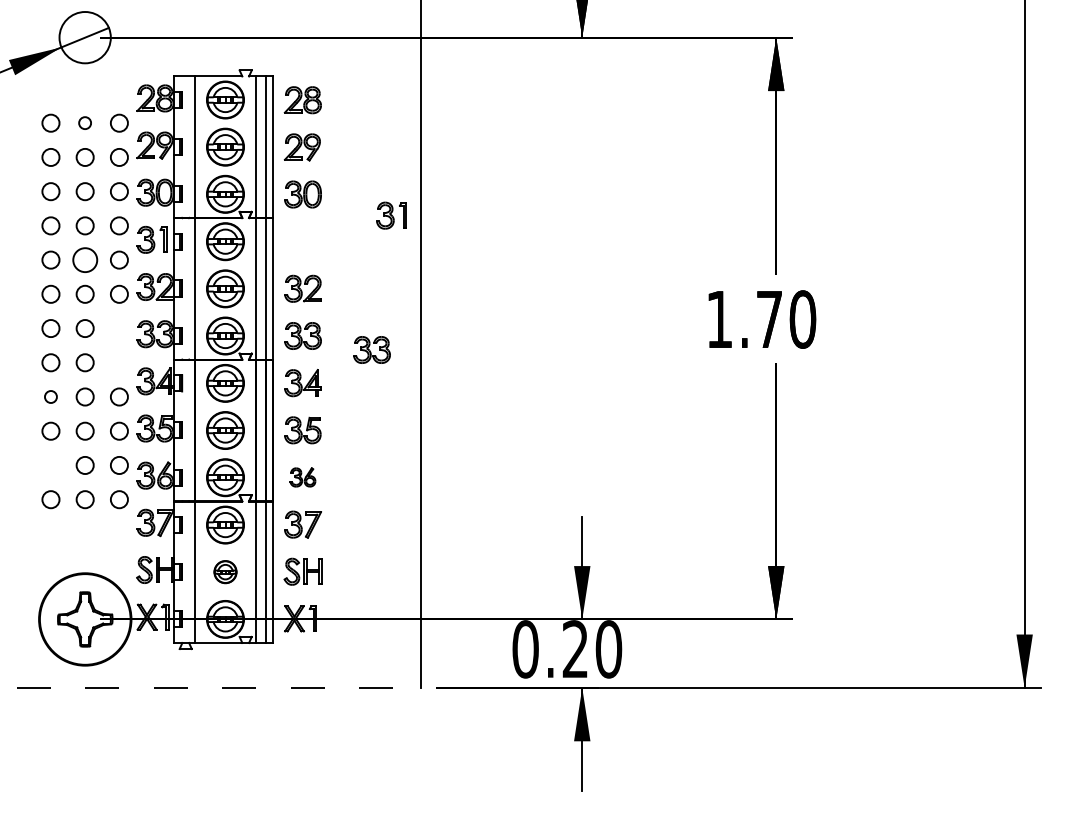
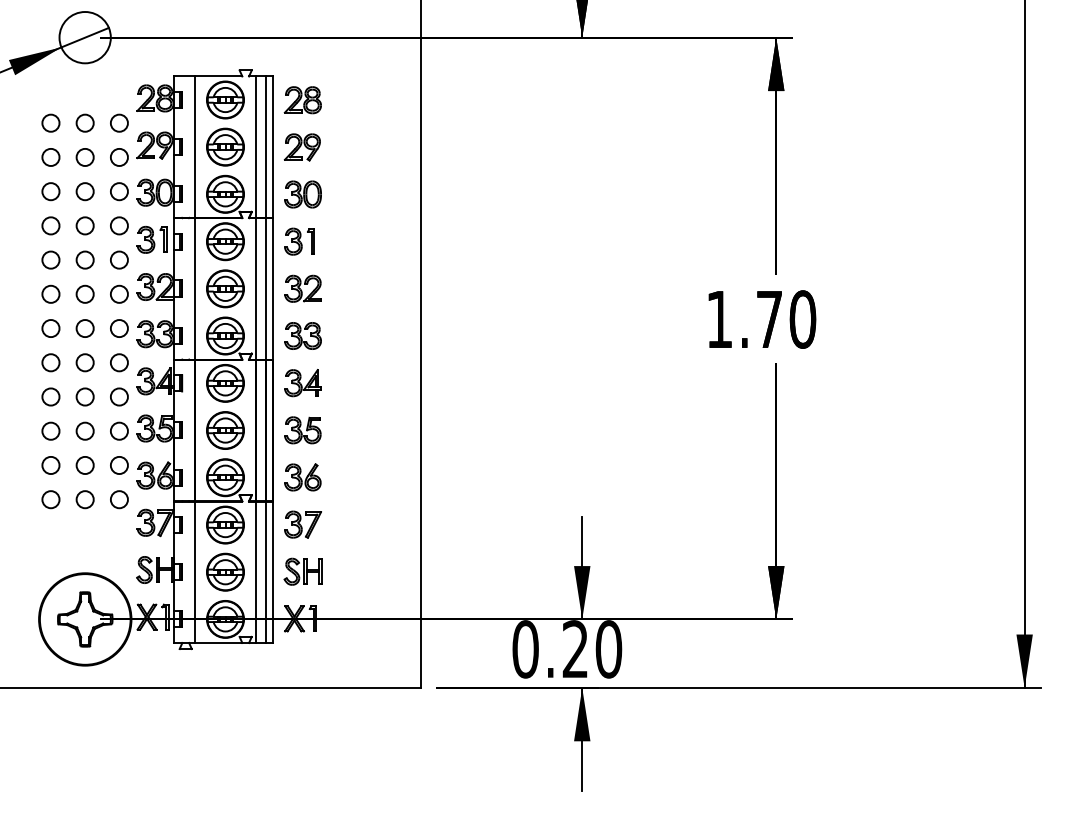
circle at (84, 122) size: 14x14 px -> 20x20 px
part at (391, 215) position: (391, 215) -> (299, 241)
circle at (85, 259) size: 27x26 px -> 20x20 px
circle at (119, 328): none -> present
part at (371, 349): present -> none
circle at (119, 362): none -> present
circle at (50, 396) size: 14x14 px -> 20x20 px
circle at (50, 465): none -> present
part at (302, 477) size: 28x21 px -> 38x29 px
part at (225, 572) size: 25x25 px -> 39x40 px
line at (210, 687): dashed -> solid
